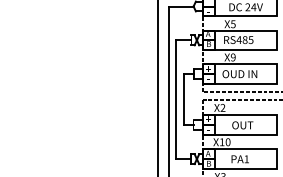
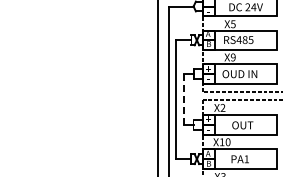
line at (184, 99): solid -> dashed
